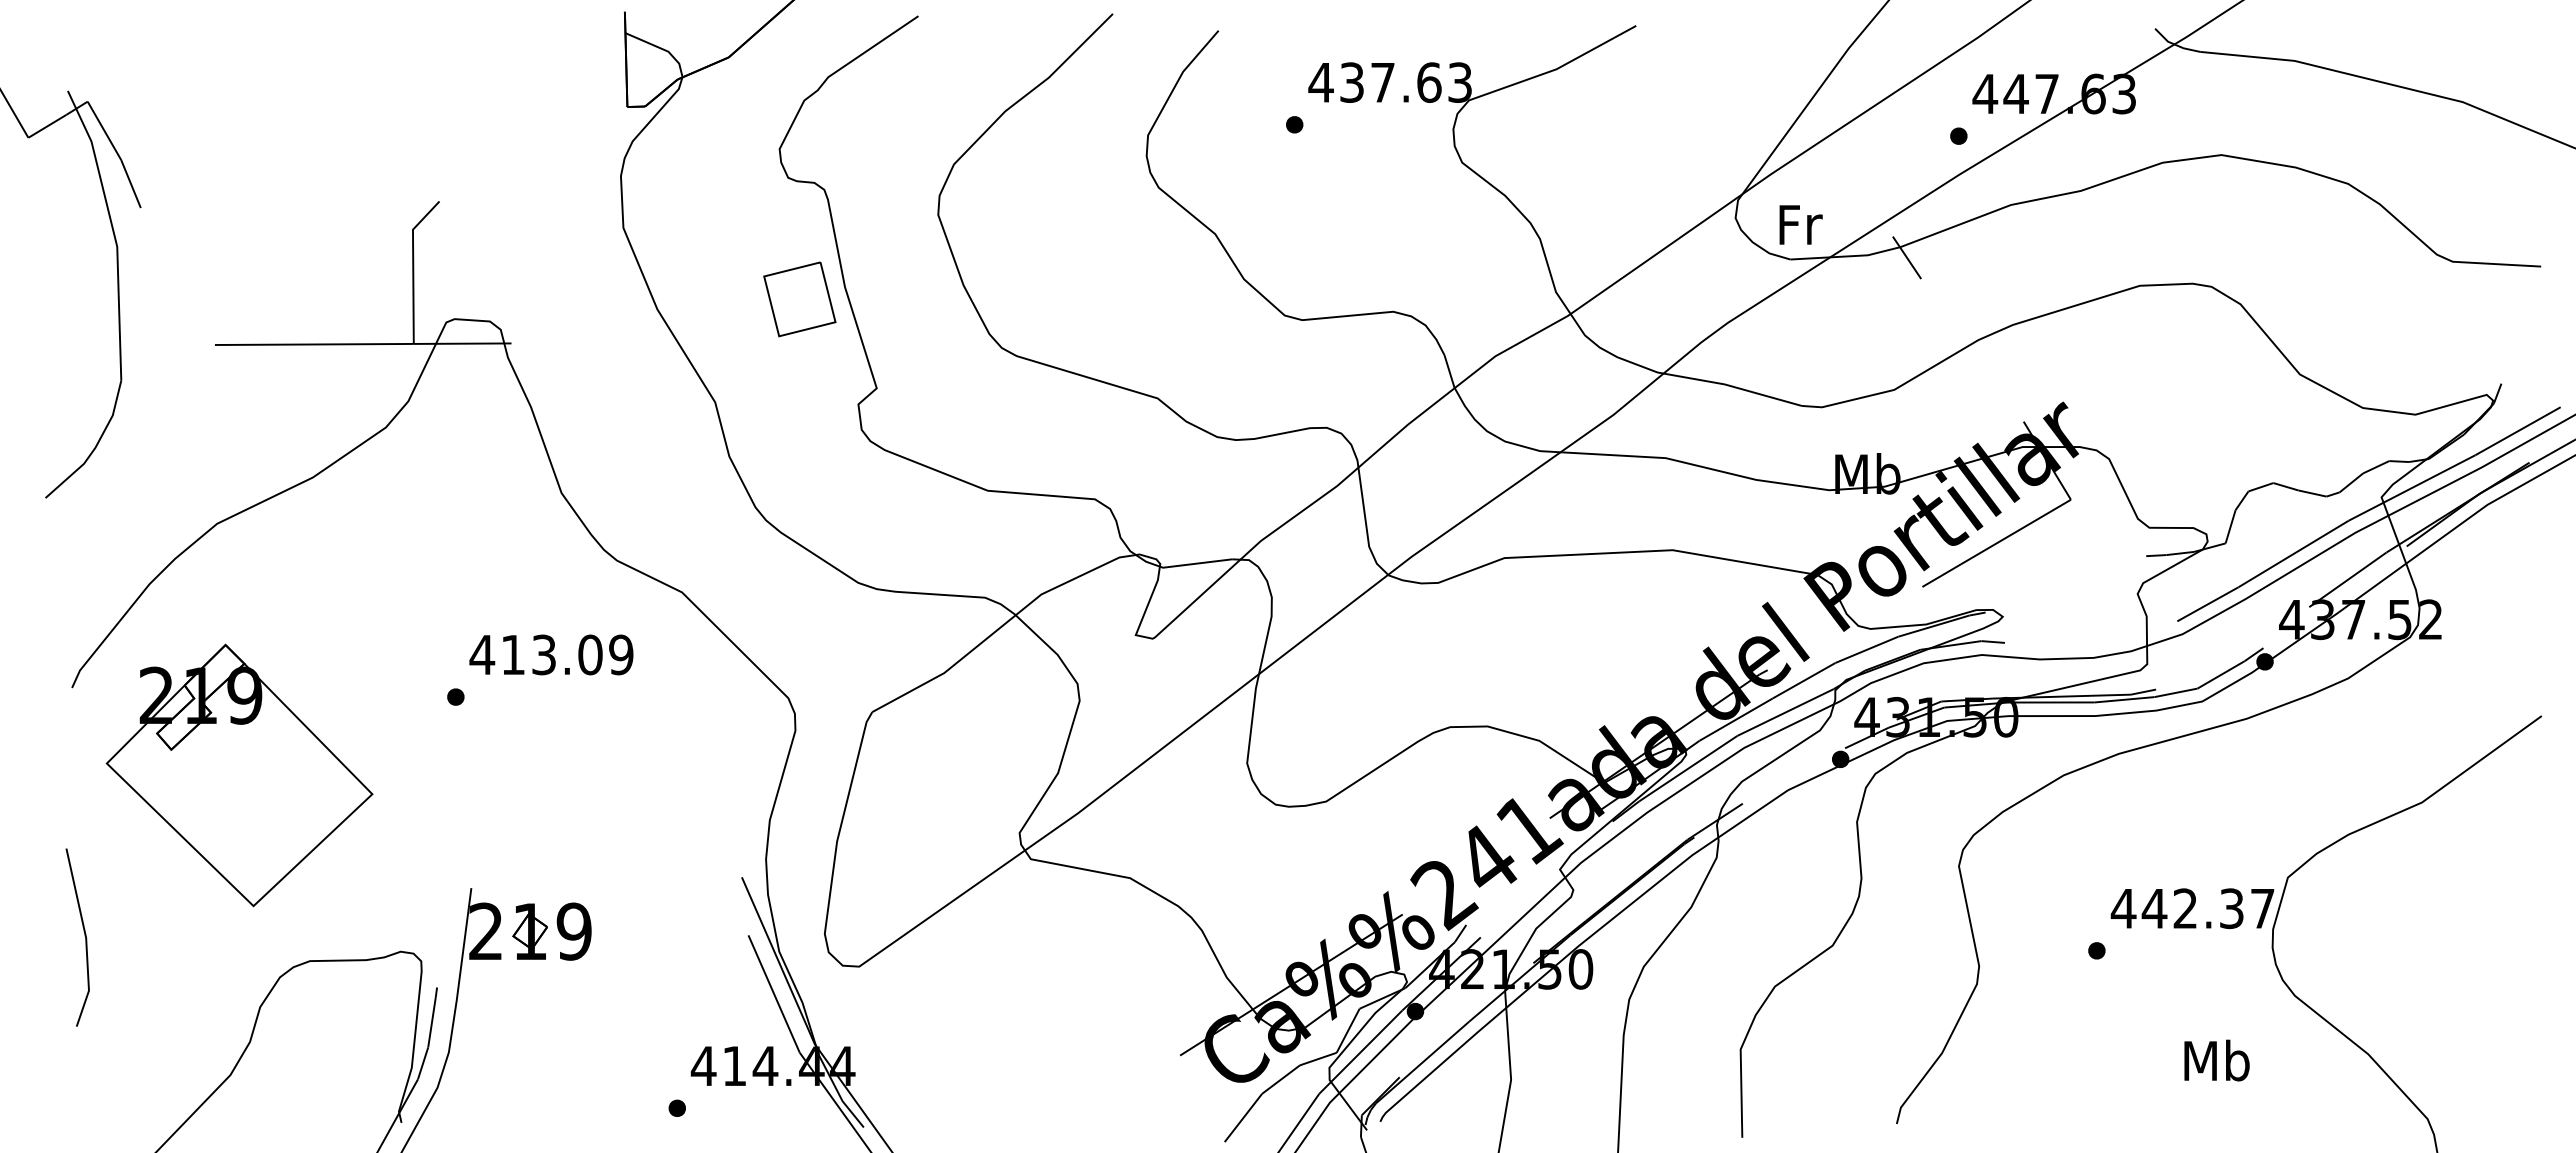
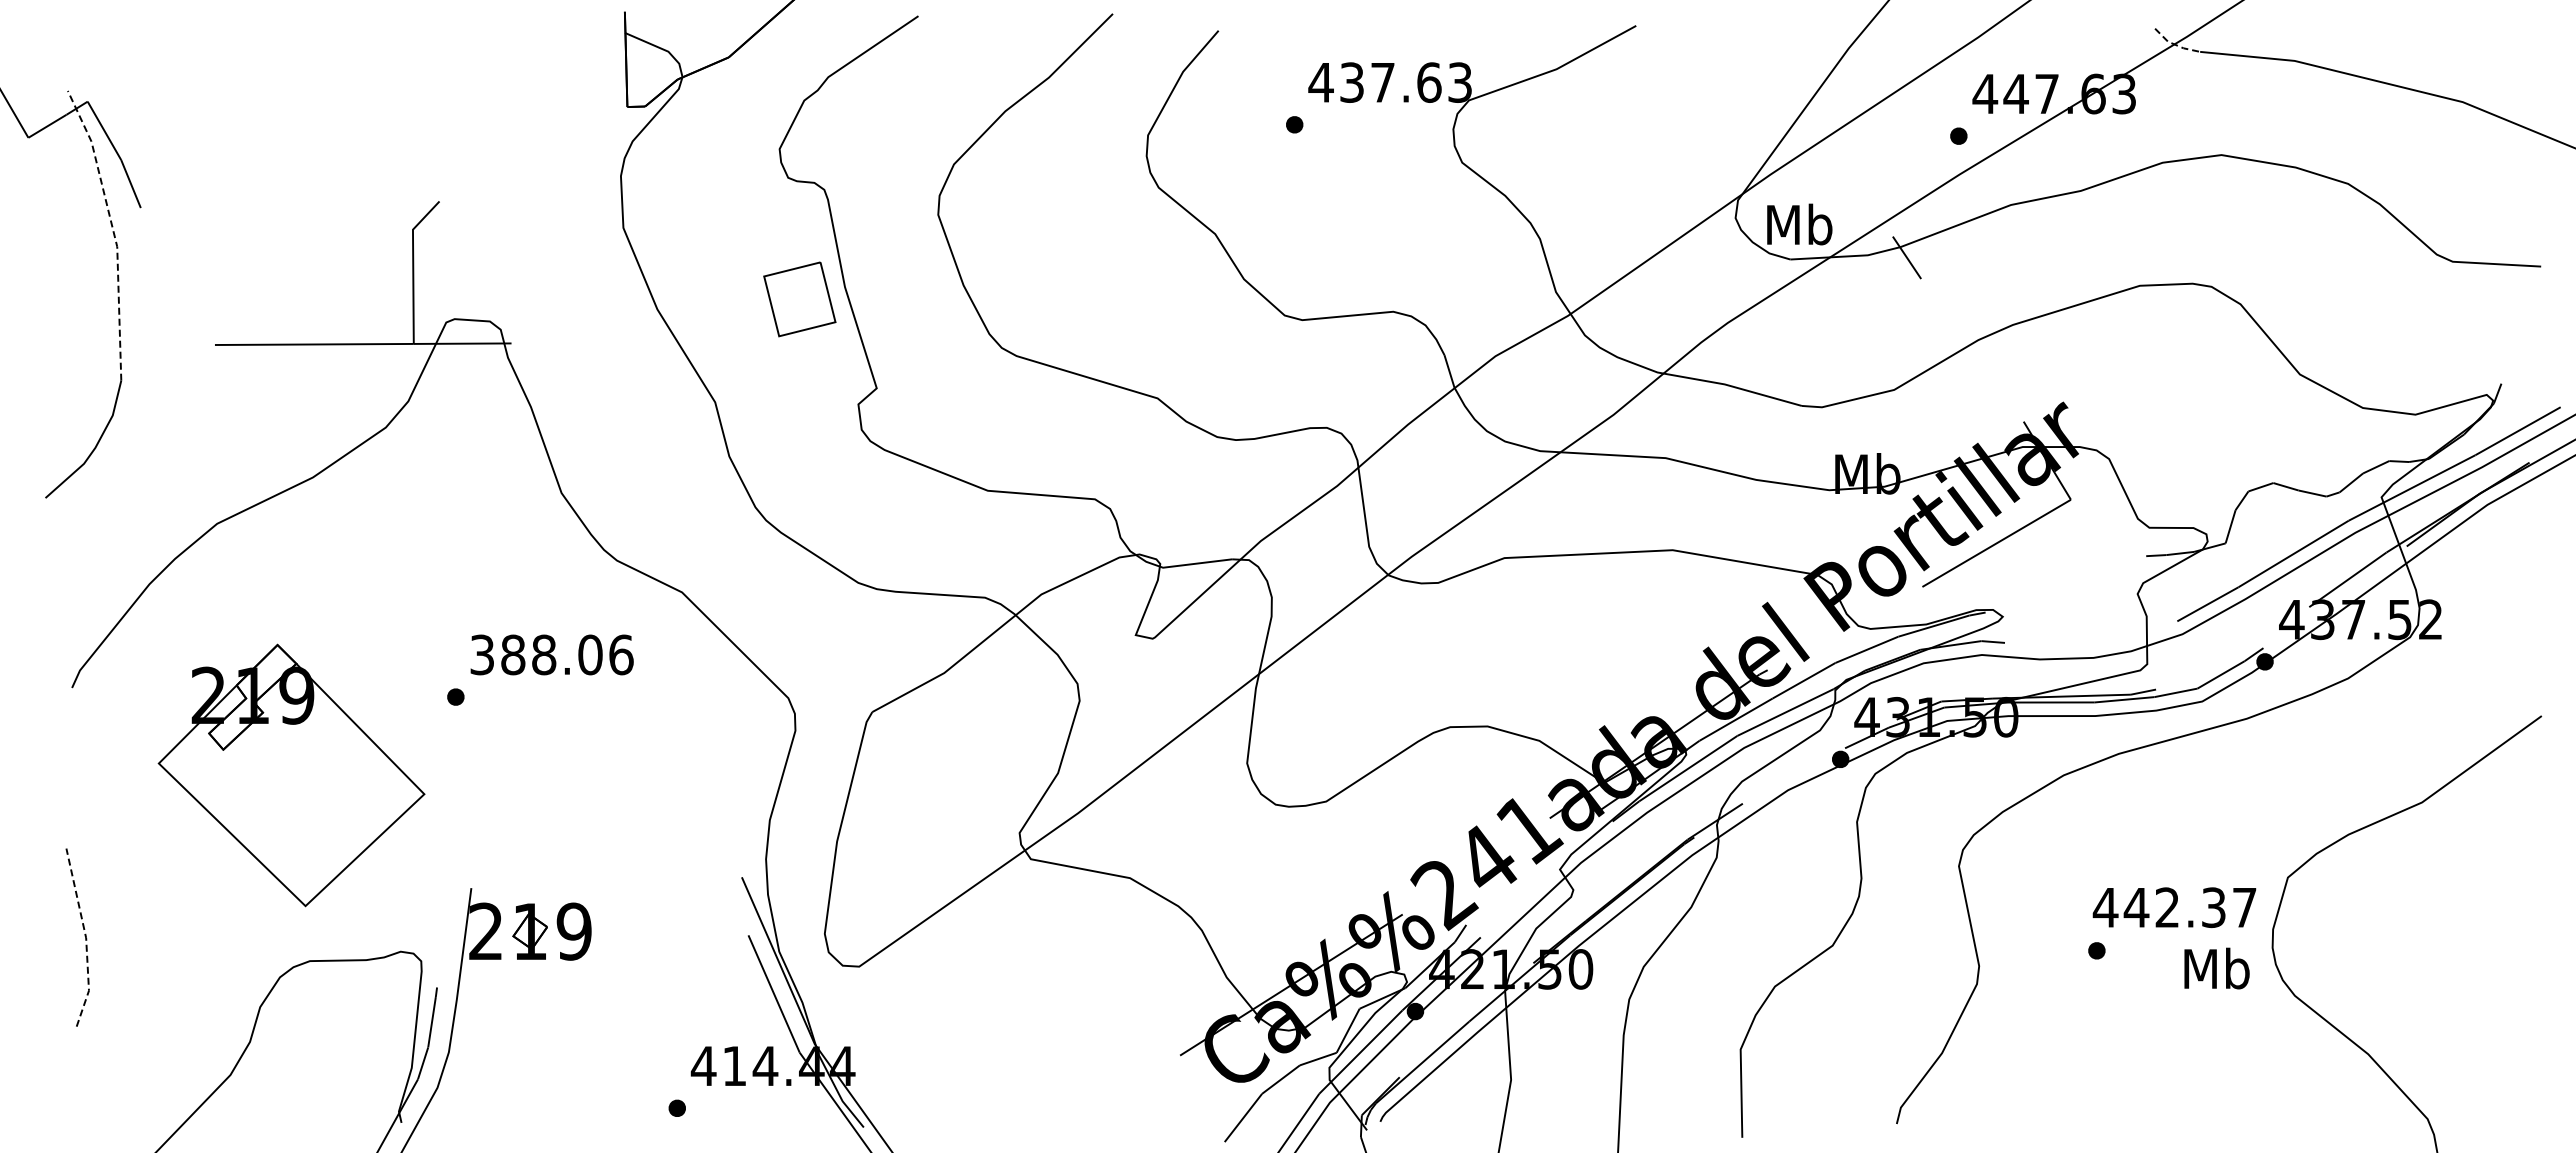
line at (2175, 44): solid -> dashed
text at (1799, 224): Fr -> Mb
line at (113, 232): solid -> dashed
text at (551, 654): 413.09 -> 388.06
part at (239, 775) position: (239, 775) -> (291, 775)
text at (2192, 908) position: (2192, 908) -> (2174, 907)
line at (86, 937): solid -> dashed
text at (2216, 1060) position: (2216, 1060) -> (2216, 968)
